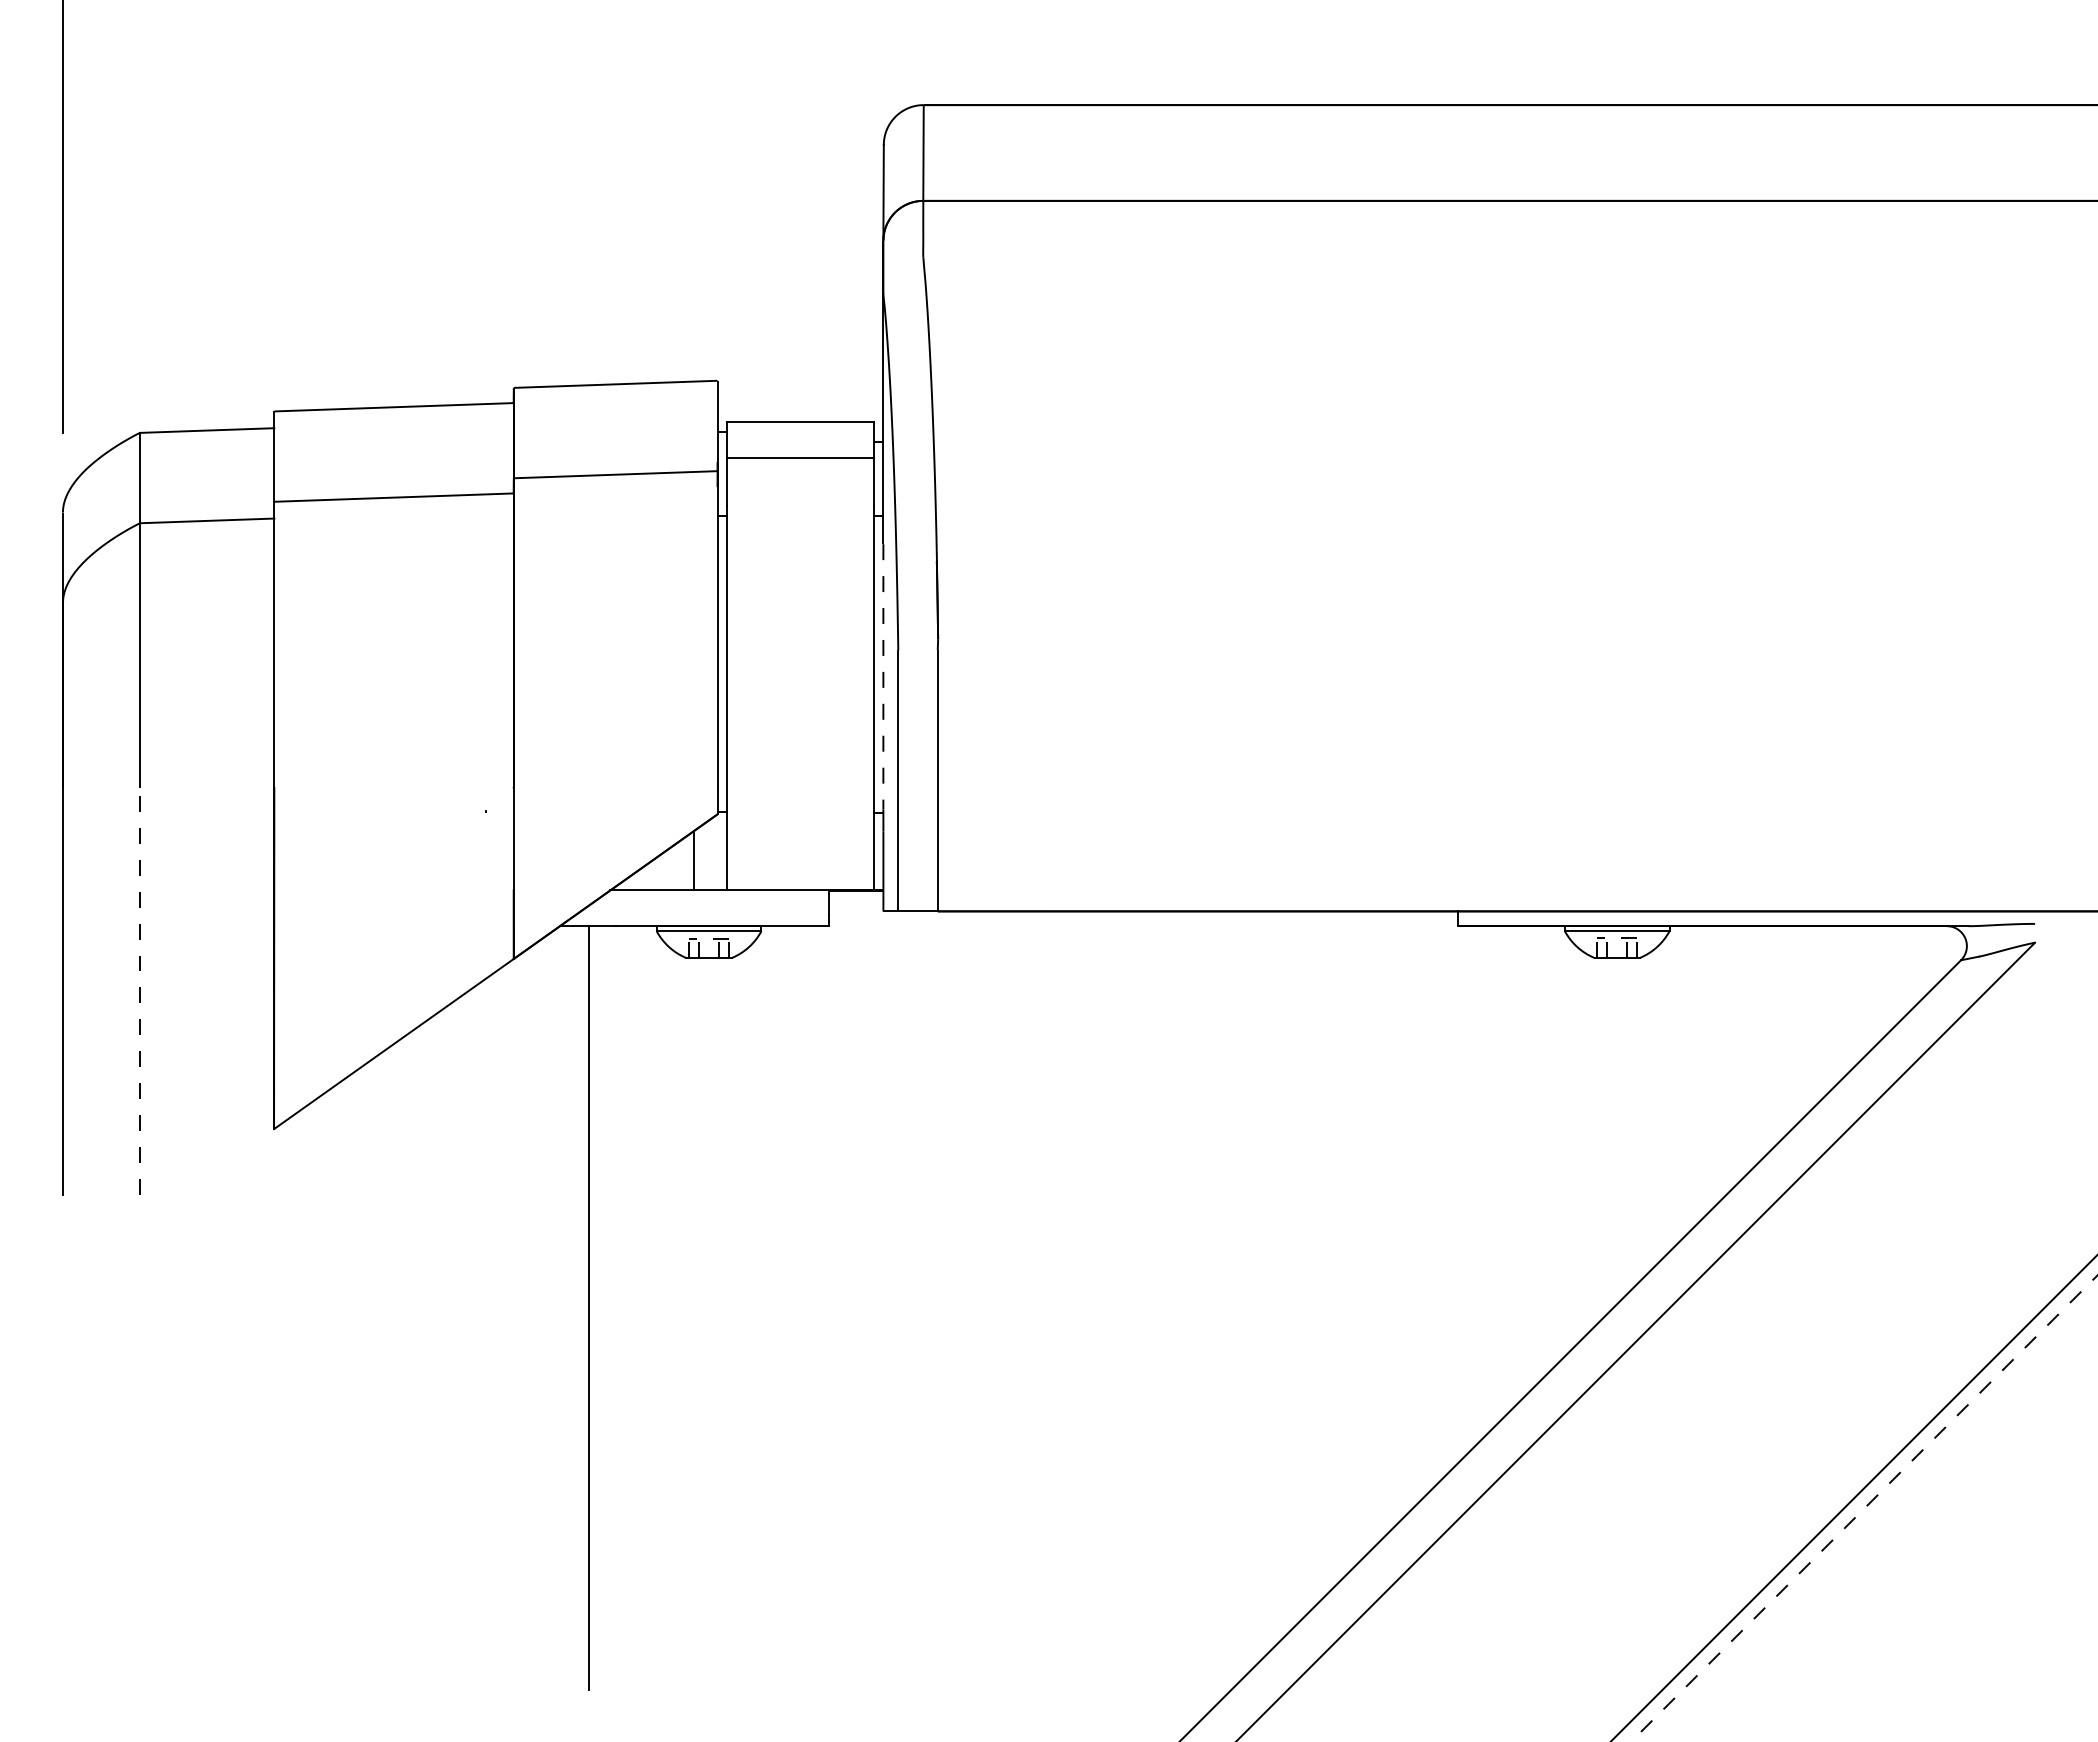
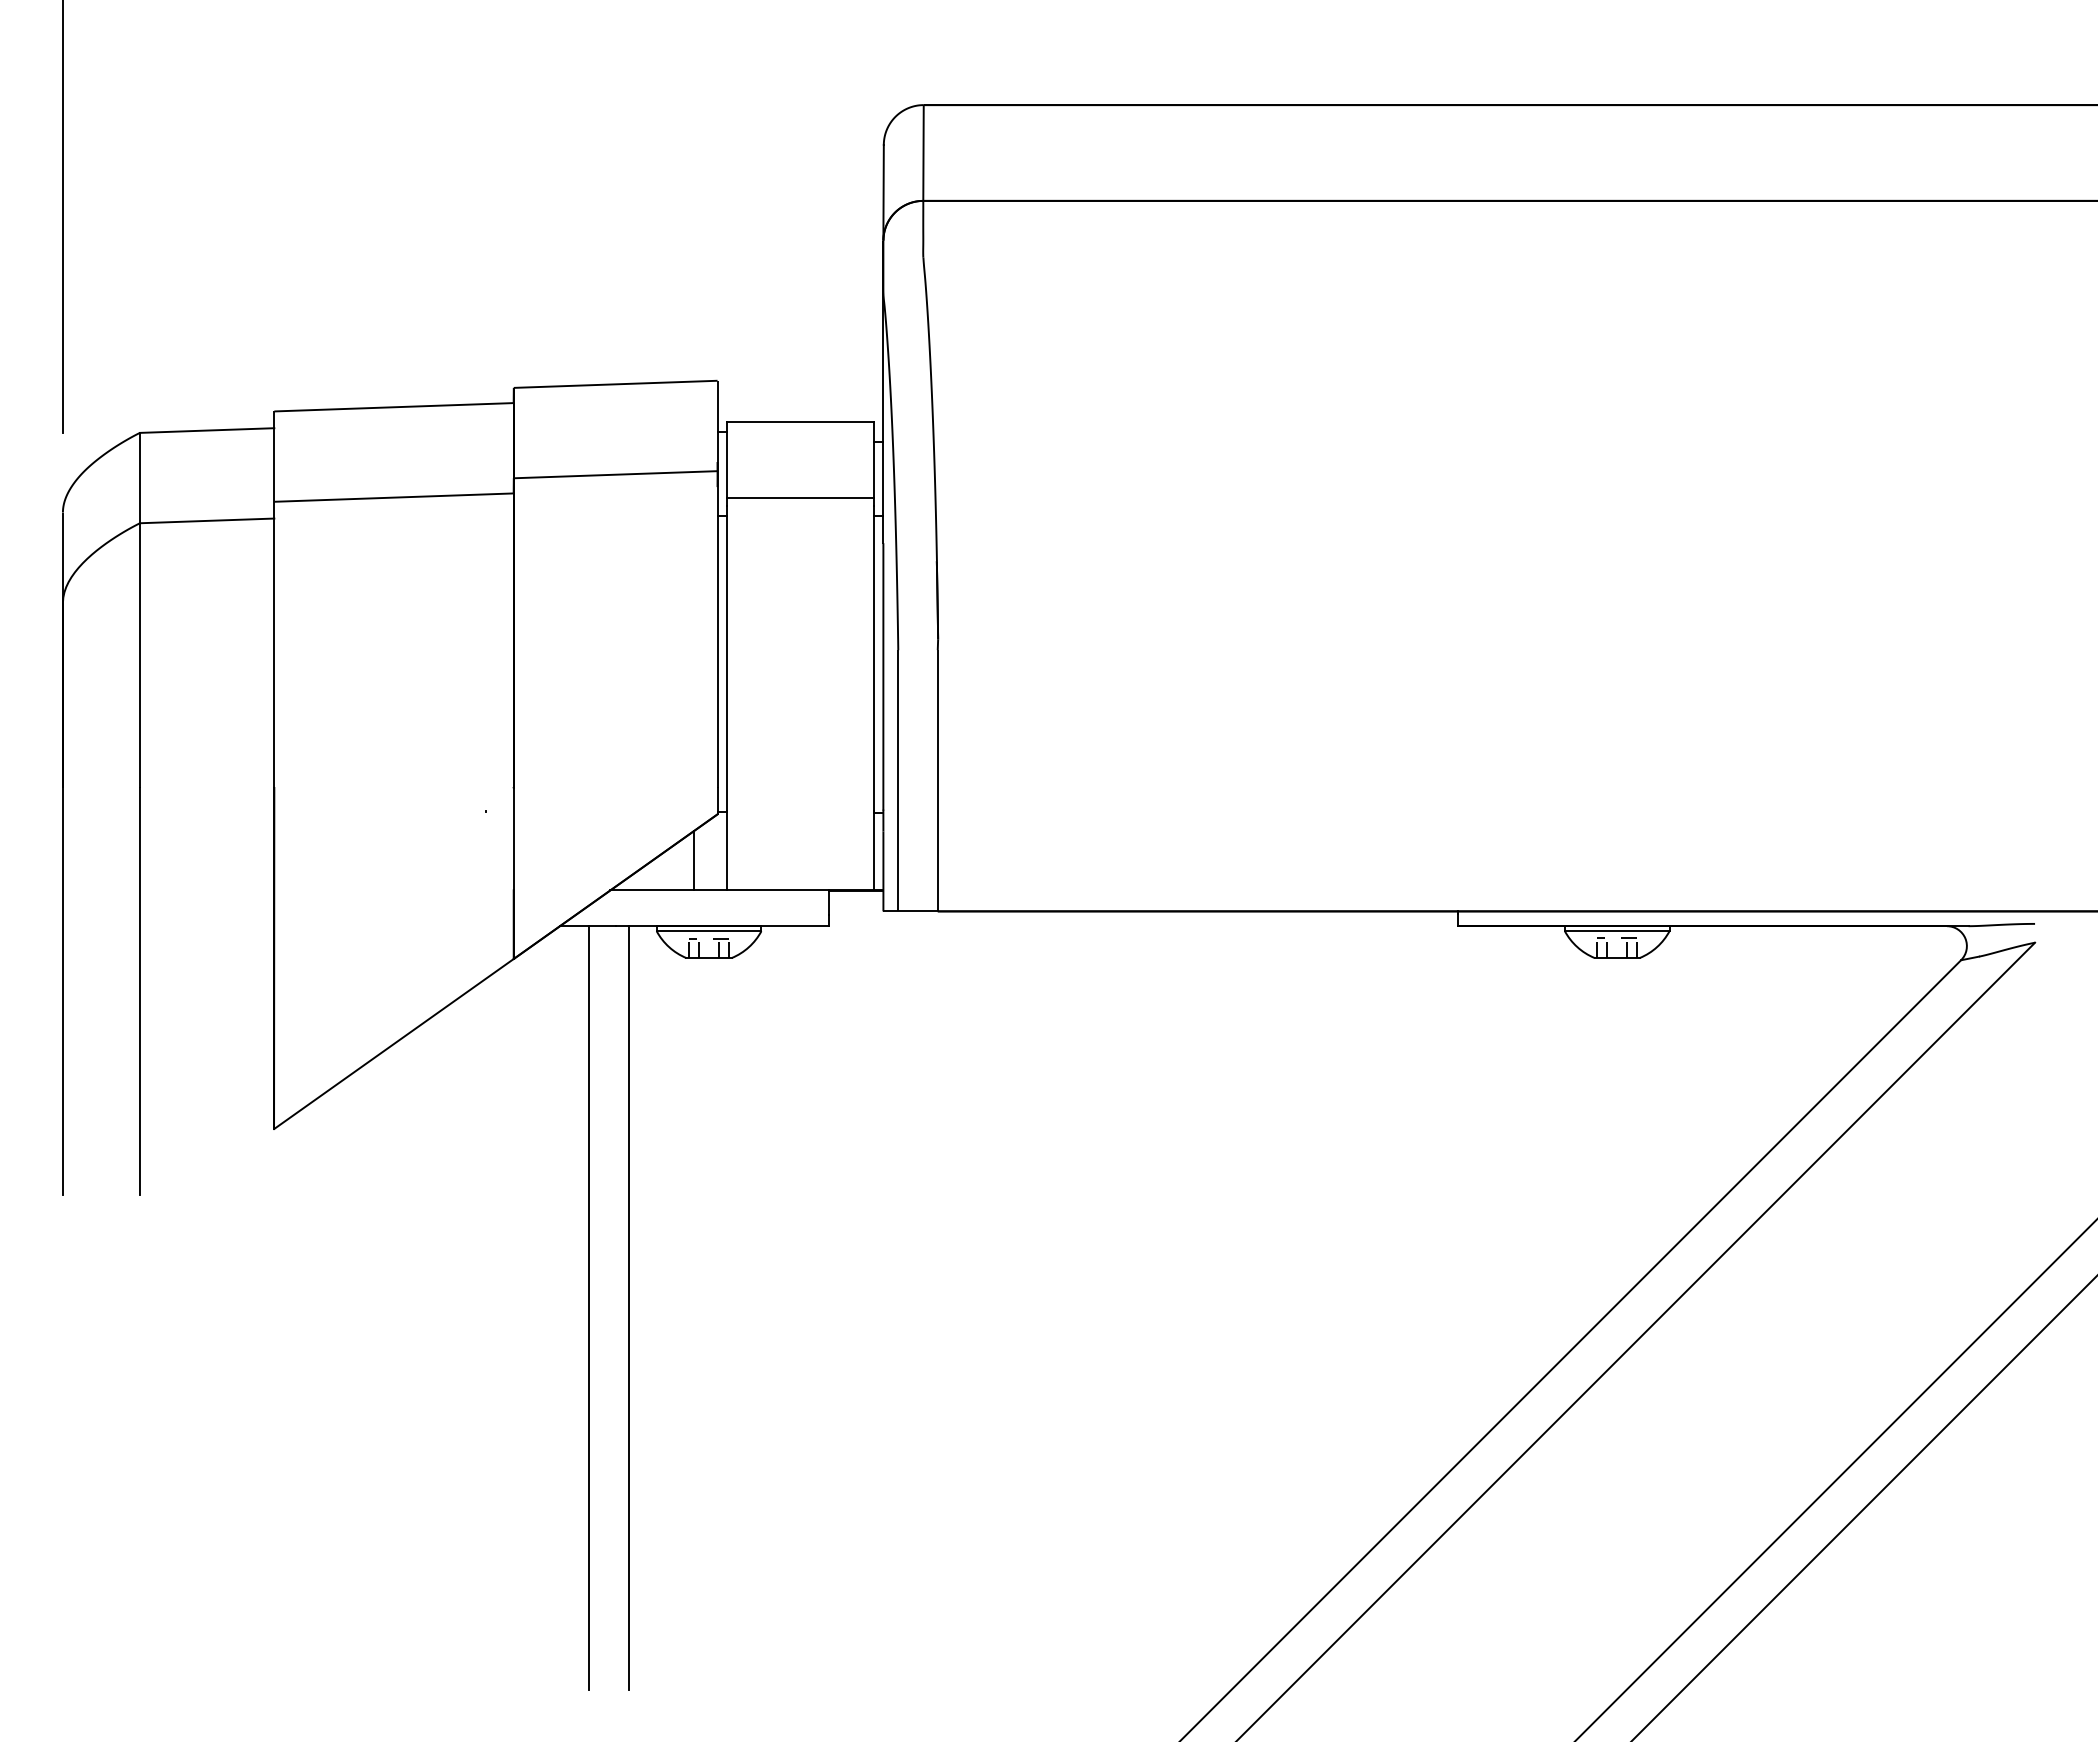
line at (800, 457) position: (800, 457) -> (800, 497)
line at (883, 676): dashed -> solid
line at (139, 991): dashed -> solid
line at (629, 1307): none -> present
line at (1853, 1497) position: (1853, 1497) -> (1835, 1480)
line at (1864, 1508): dashed -> solid
